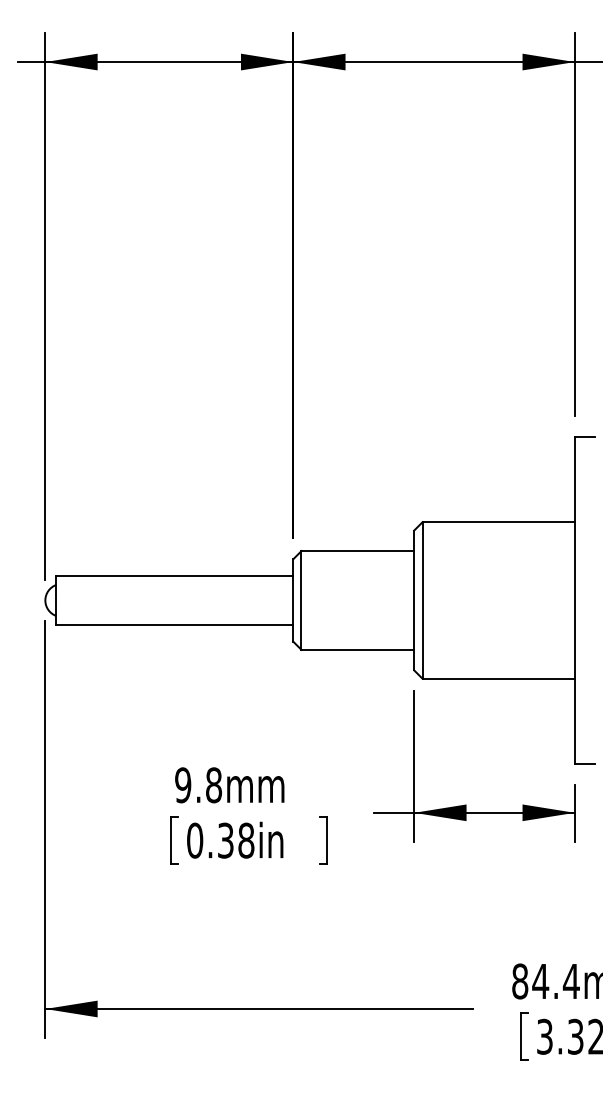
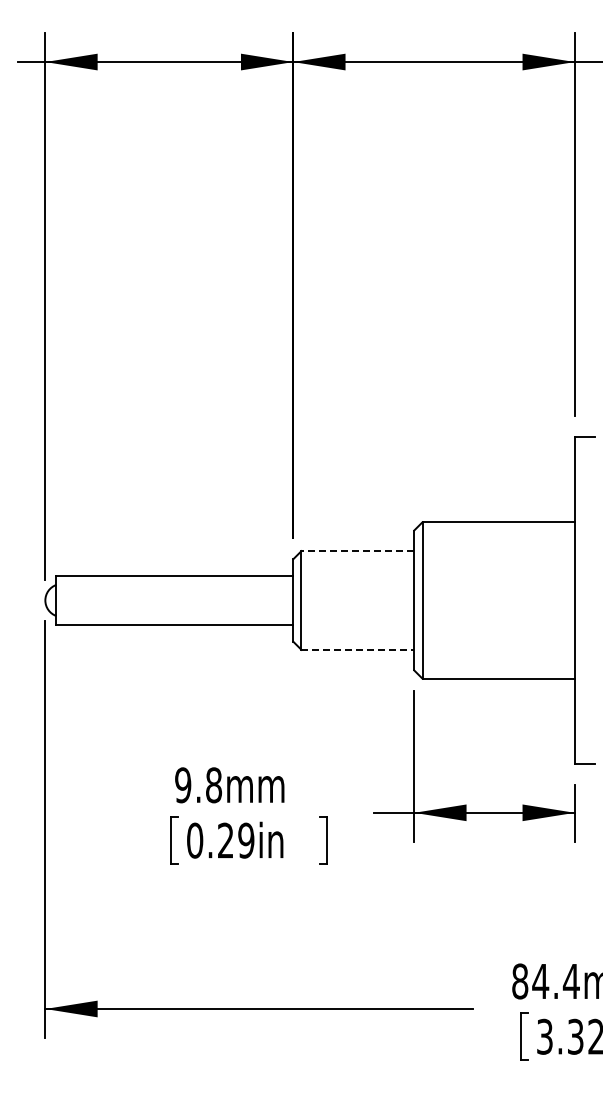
line at (357, 551): solid -> dashed
line at (358, 649): solid -> dashed
text at (236, 840): 0.38in -> 0.29in
